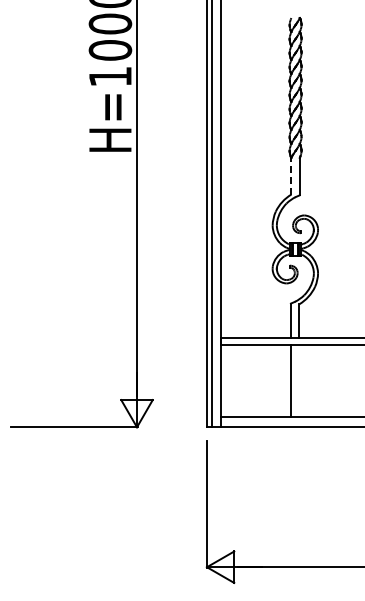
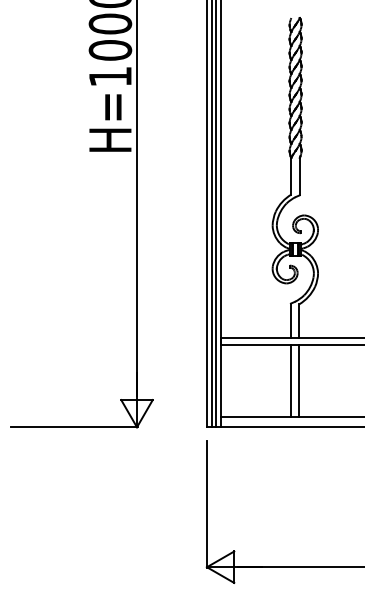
line at (291, 175): dashed -> solid
line at (216, 214): none -> present
line at (299, 380): none -> present
